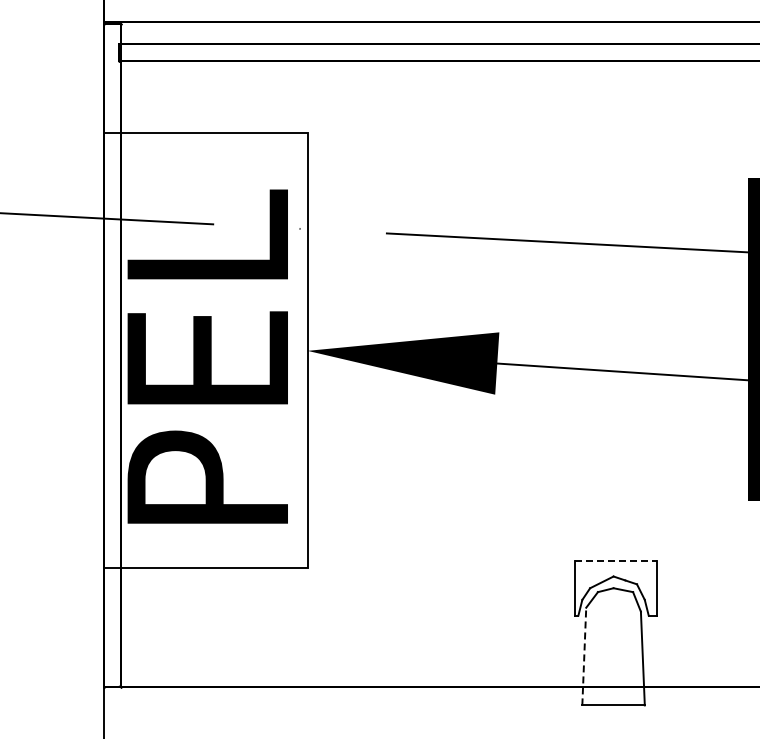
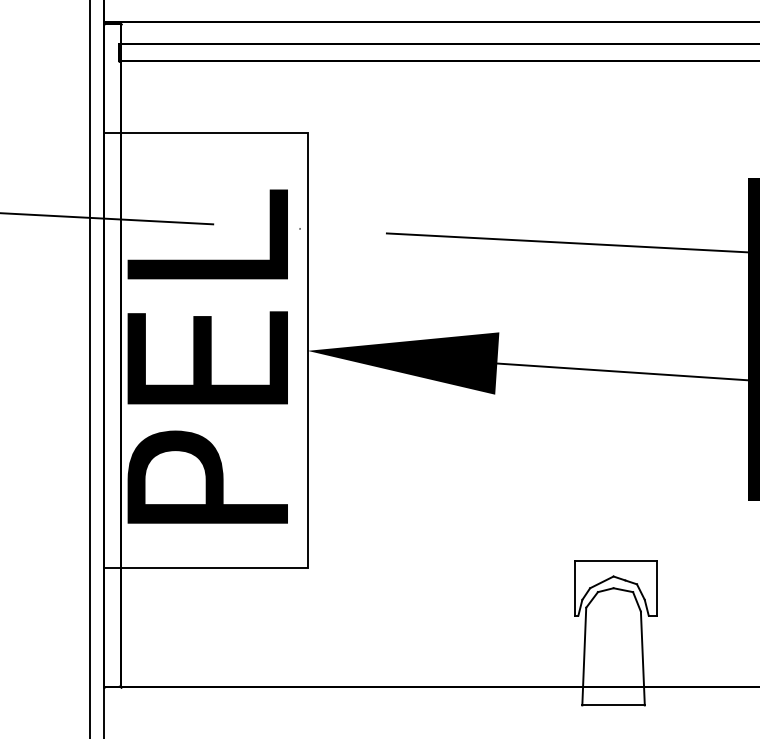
line at (90, 368): none -> present
line at (616, 560): dashed -> solid
line at (584, 656): dashed -> solid
